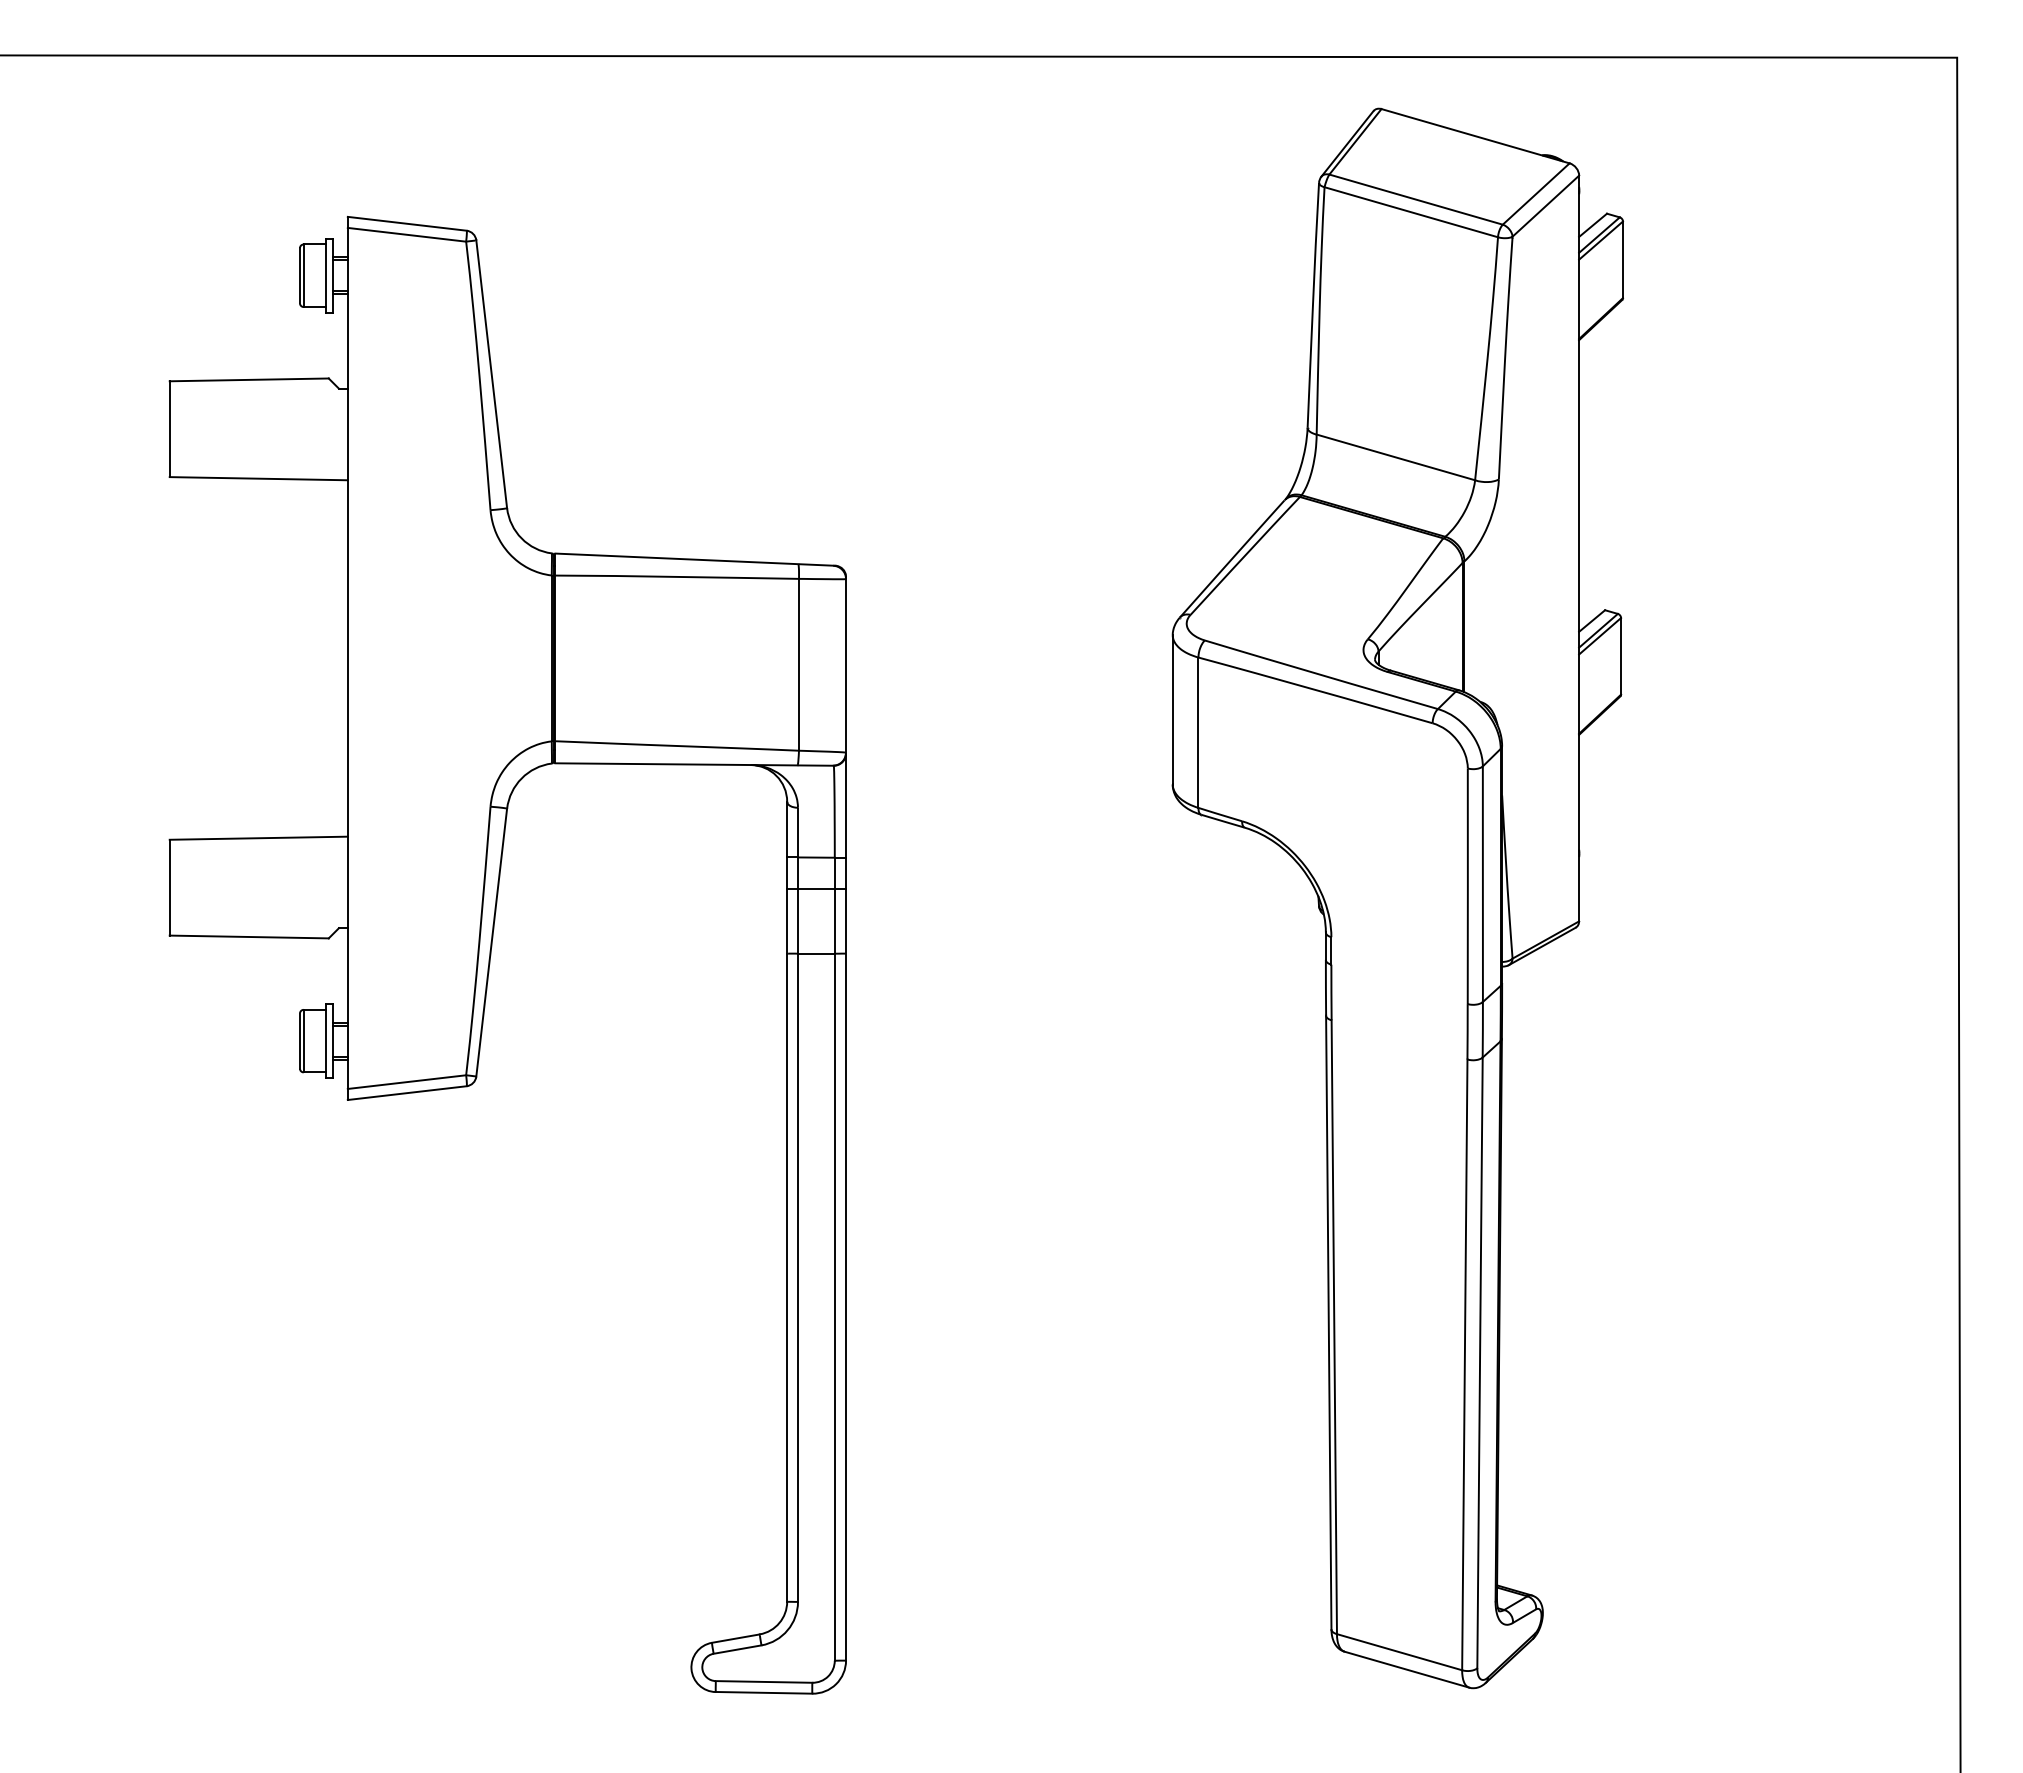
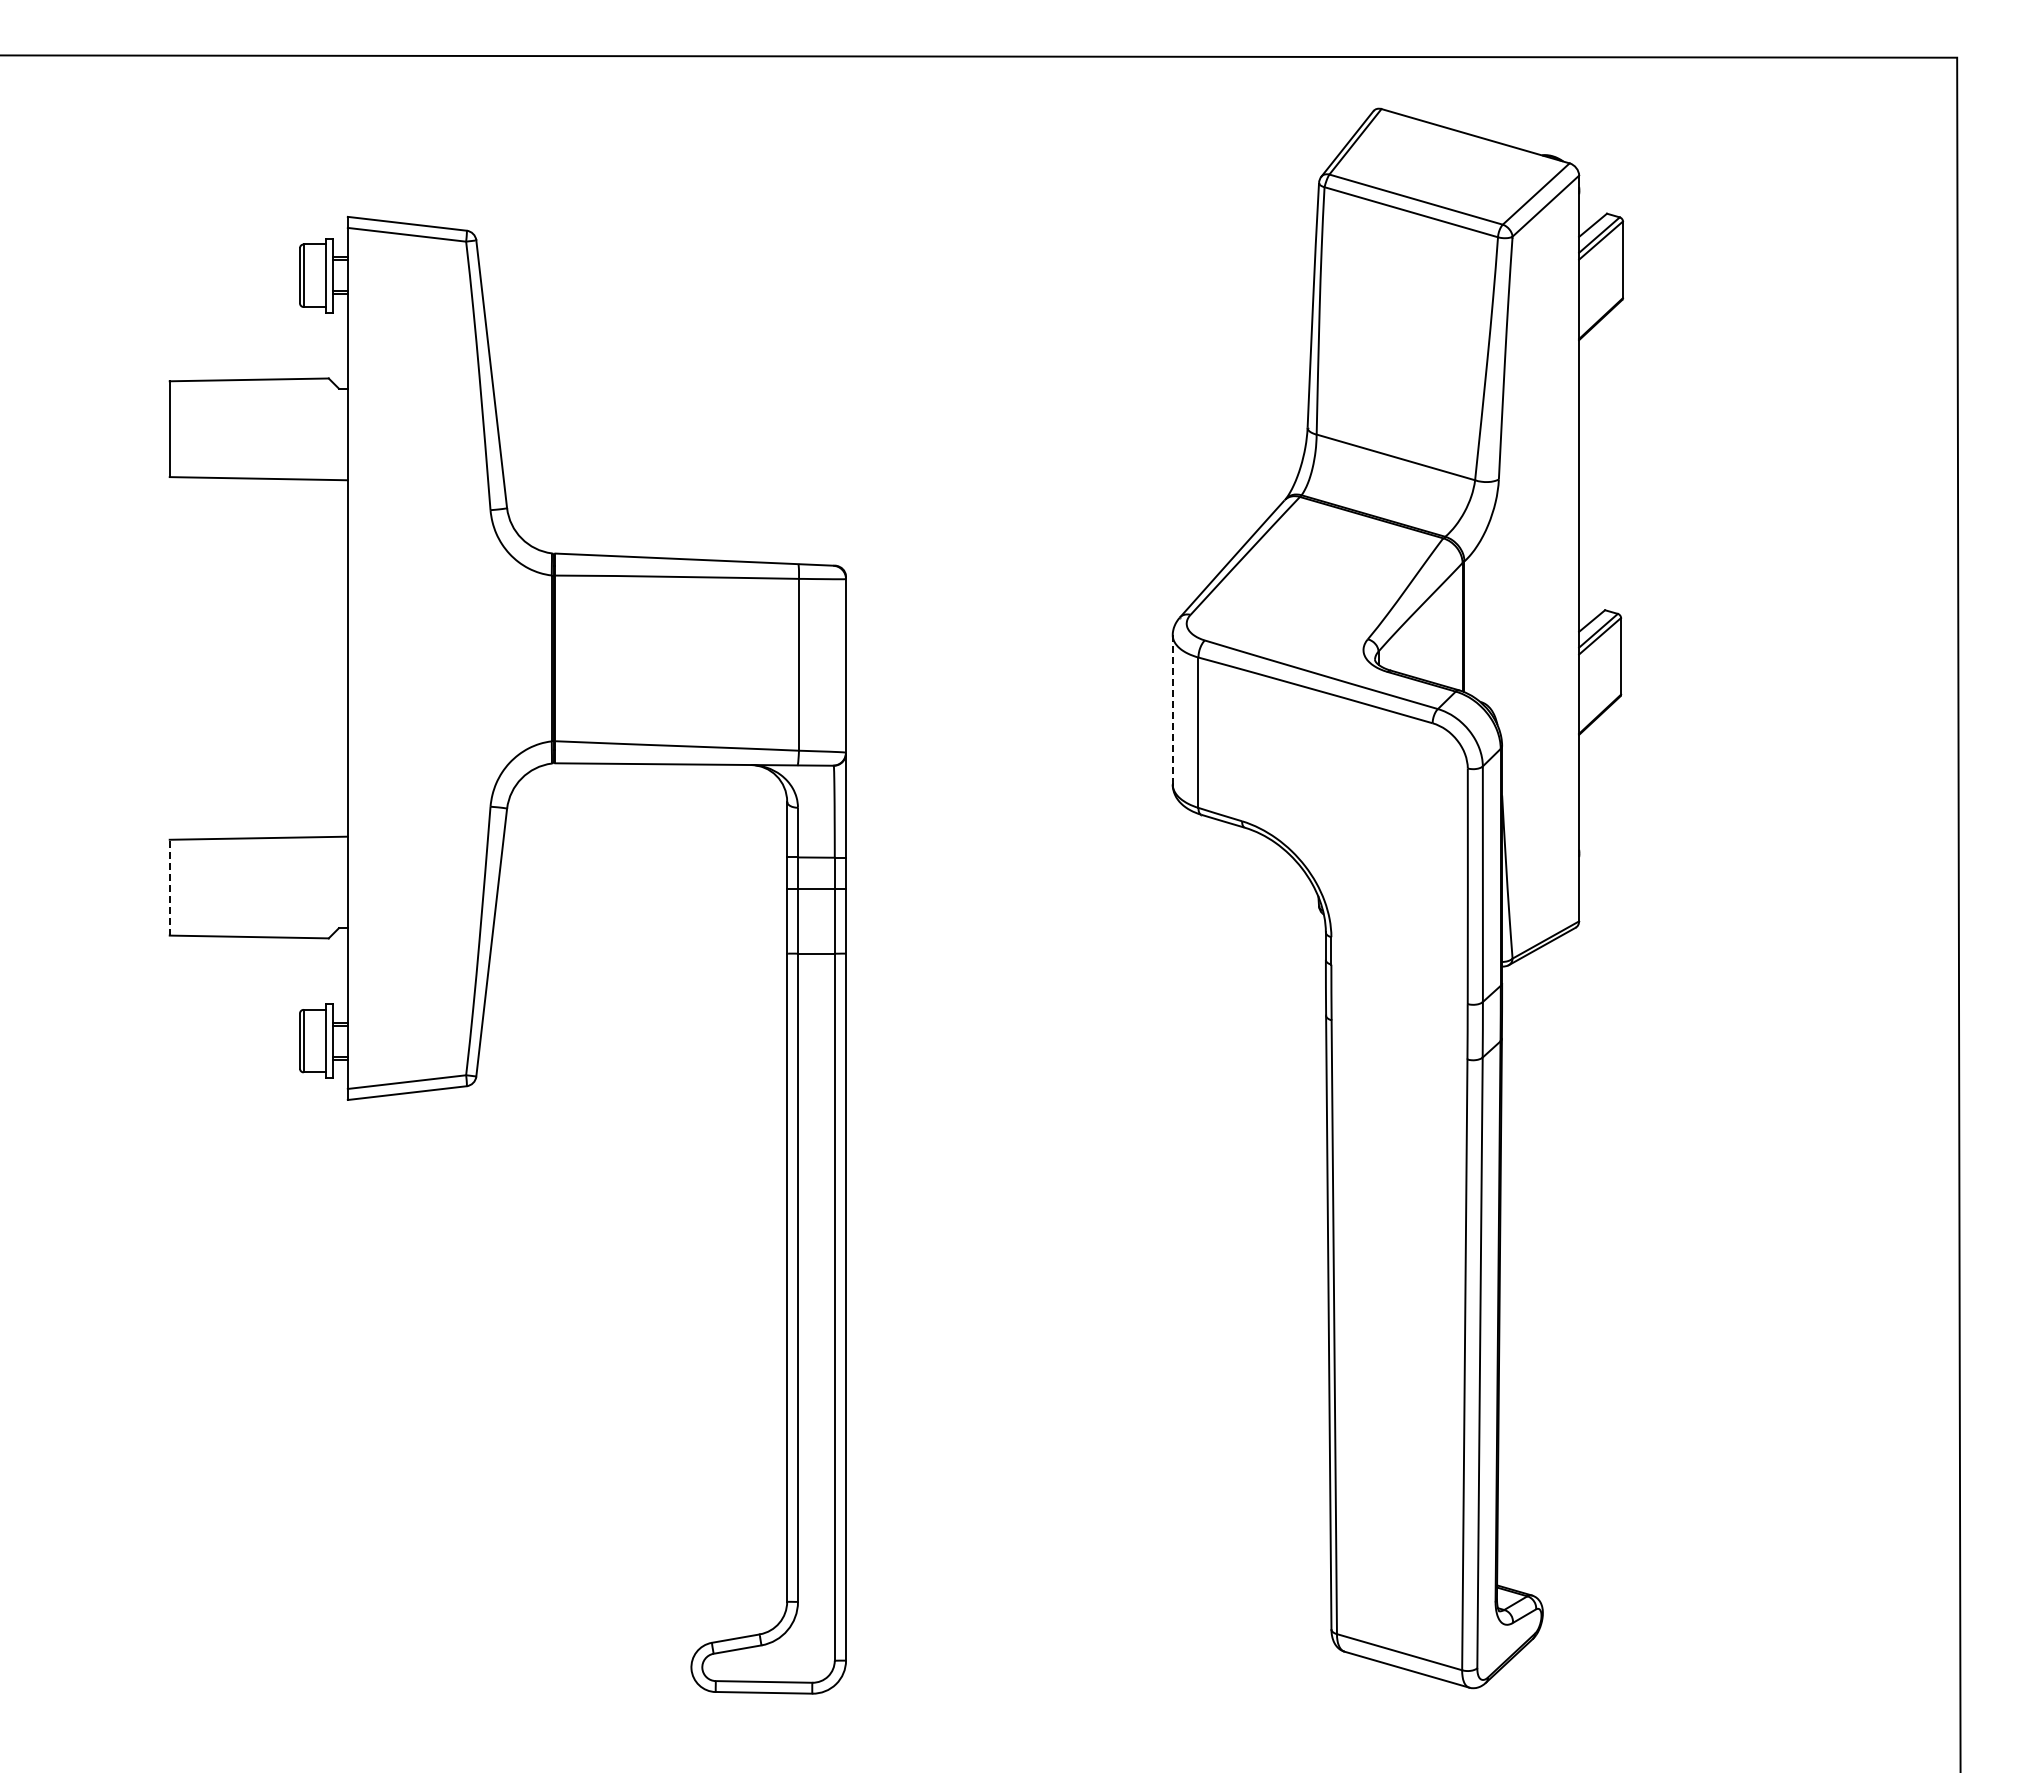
line at (1172, 709): solid -> dashed
line at (169, 887): solid -> dashed
